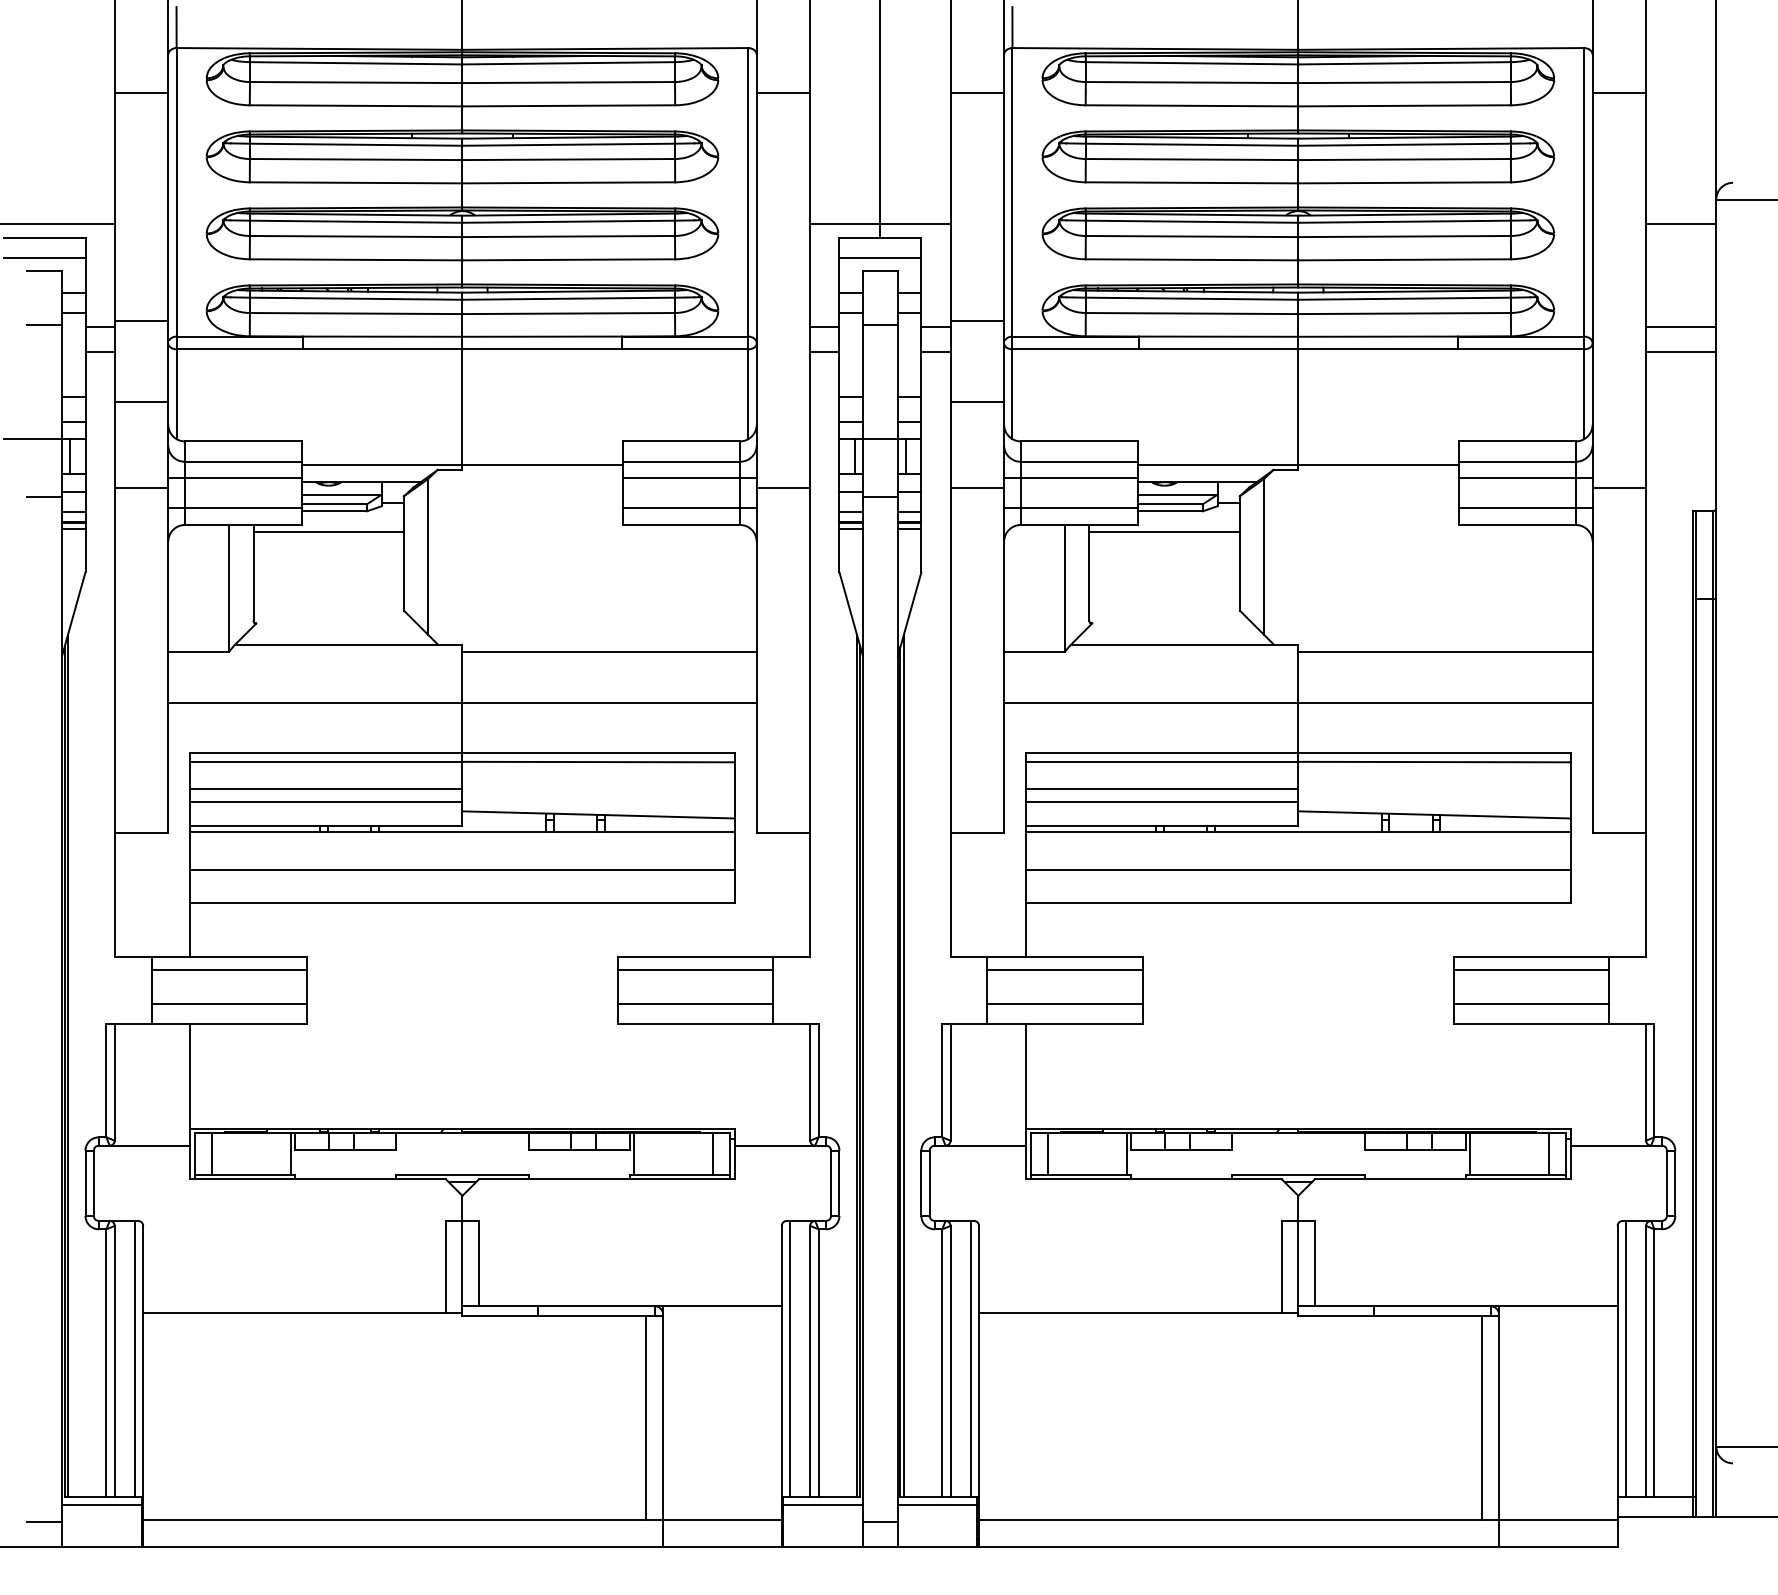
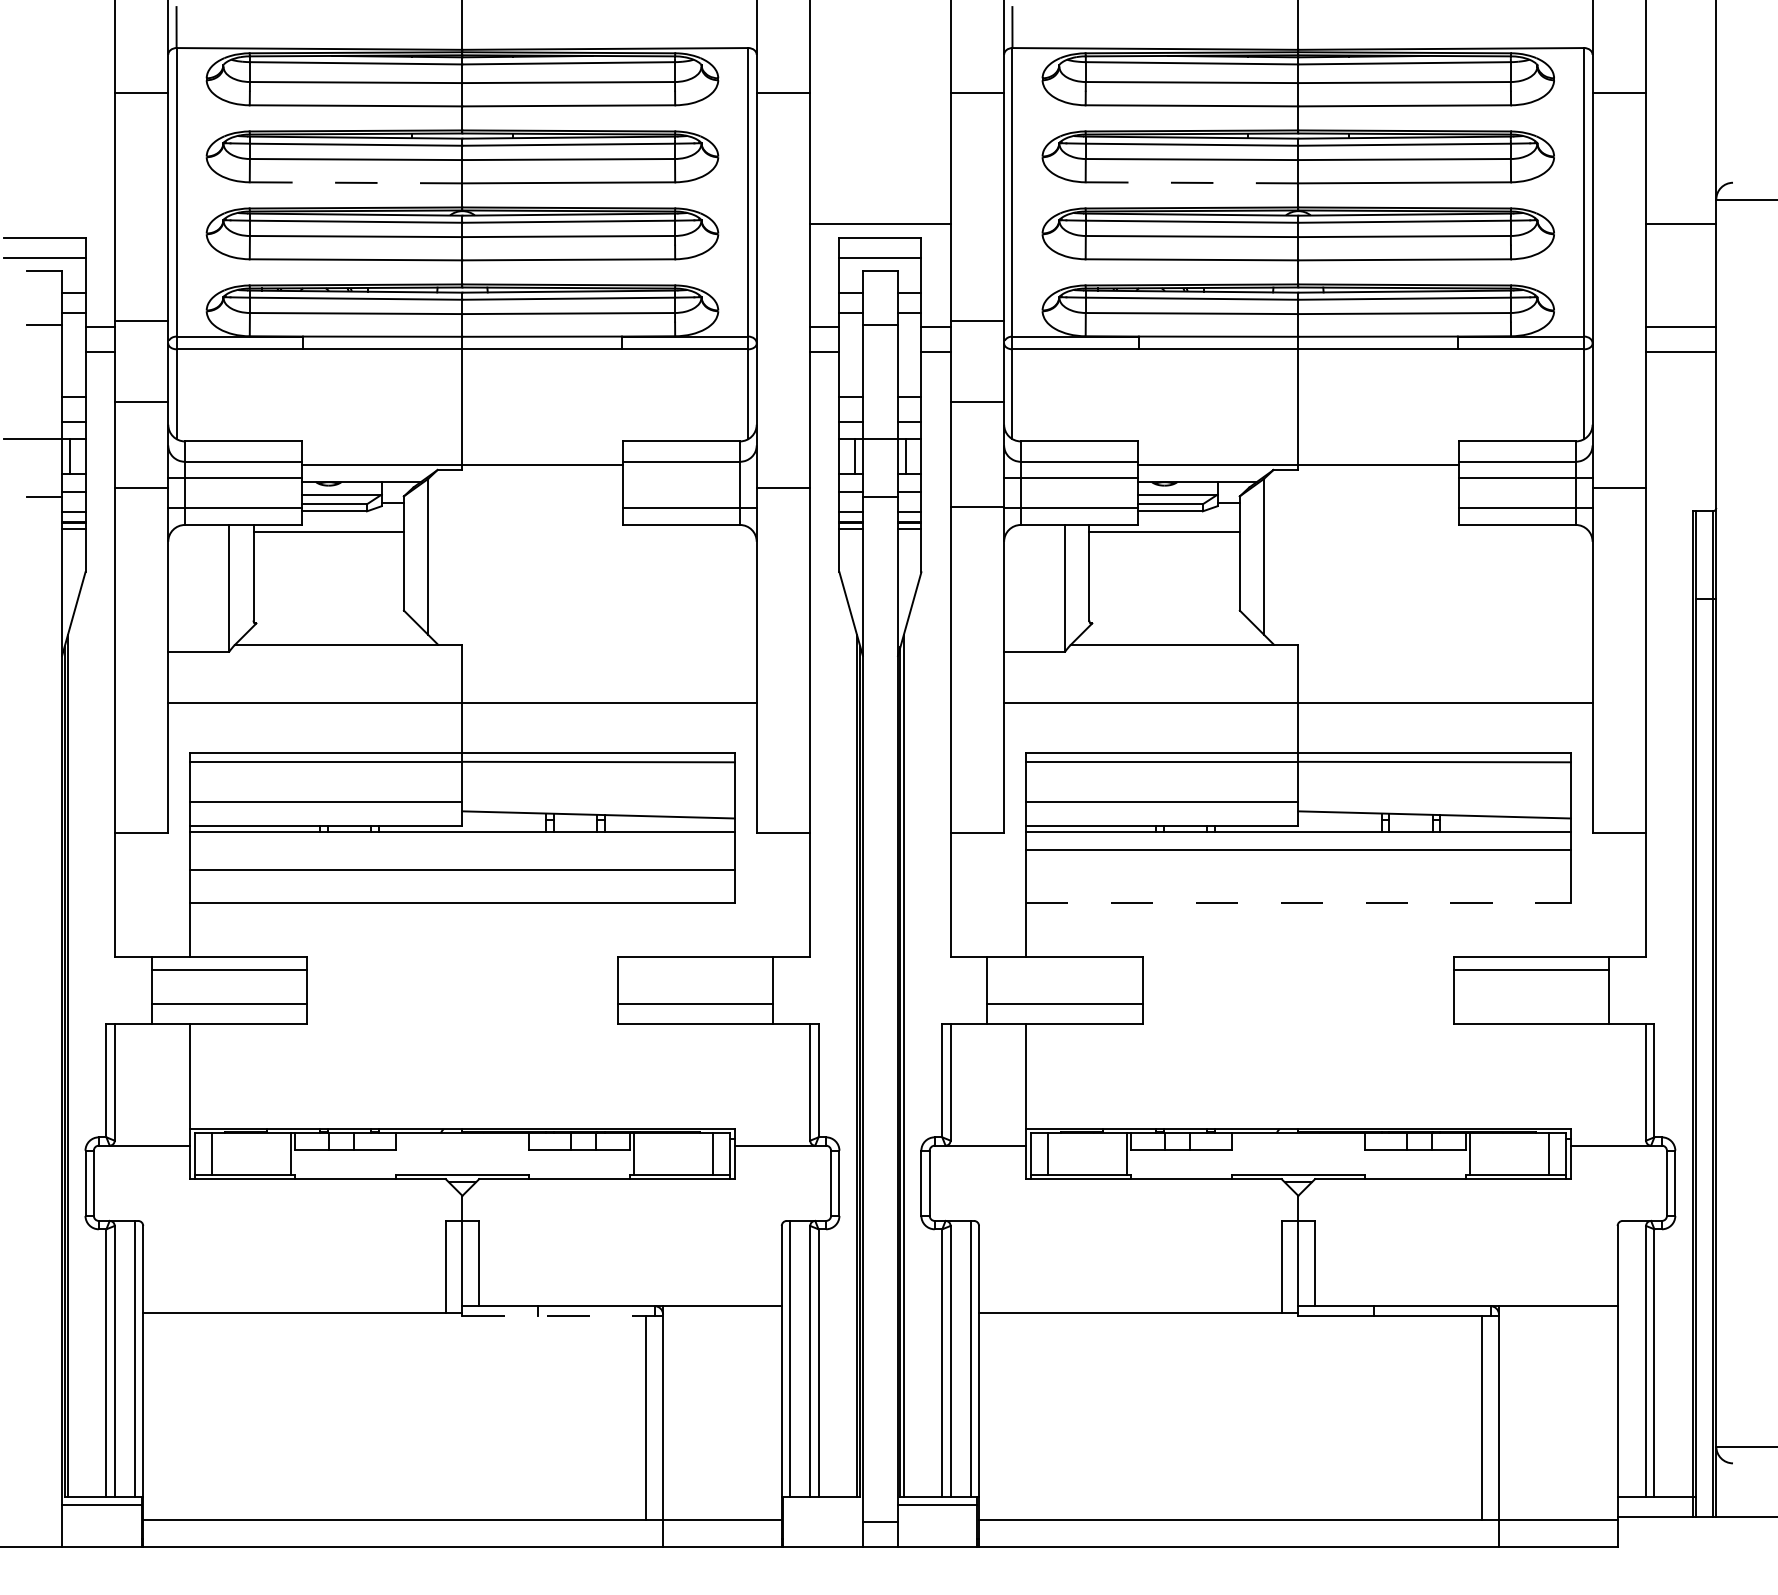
line at (880, 119): present -> none
line at (355, 182): solid -> dashed
line at (1191, 182): solid -> dashed
line at (58, 223): present -> none
line at (689, 478): present -> none
line at (977, 488) position: (977, 488) -> (977, 507)
line at (609, 651): present -> none
line at (1445, 651): present -> none
line at (326, 788): present -> none
line at (1161, 788): present -> none
line at (1297, 869) position: (1297, 869) -> (1297, 849)
line at (1298, 903): solid -> dashed
line at (695, 970): present -> none
line at (1064, 970): present -> none
line at (1531, 1003): present -> none
line at (563, 1316): solid -> dashed
line at (1626, 1358): present -> none
line at (822, 1505): present -> none
line at (44, 1522): present -> none
